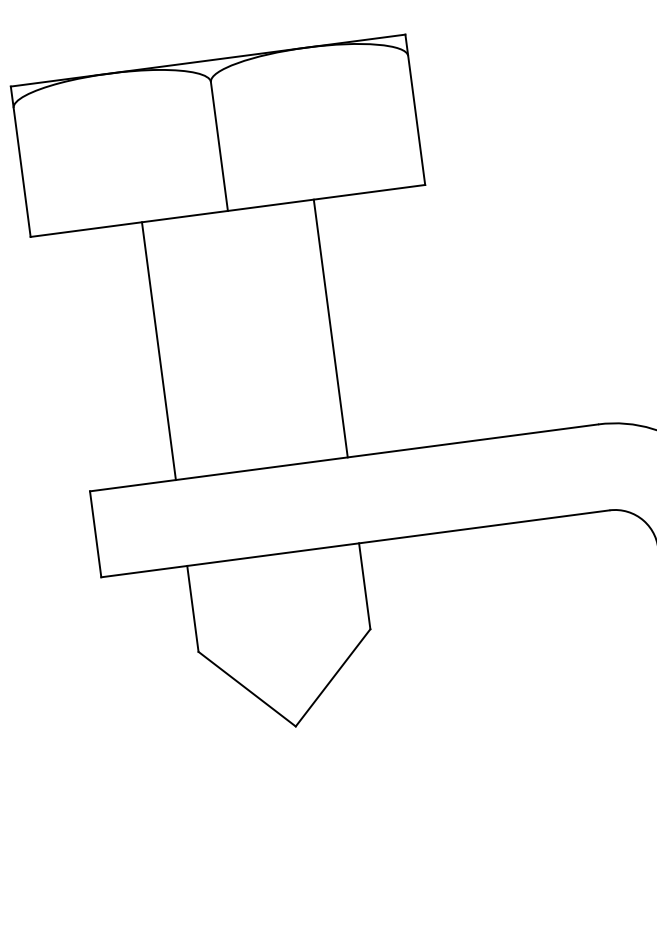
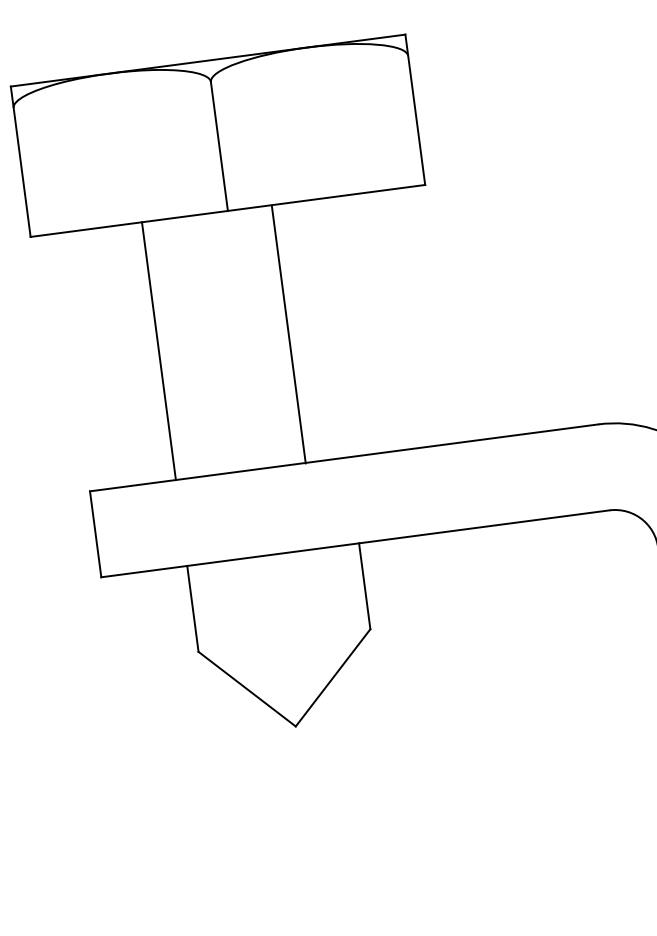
line at (330, 328) position: (330, 328) -> (288, 334)
